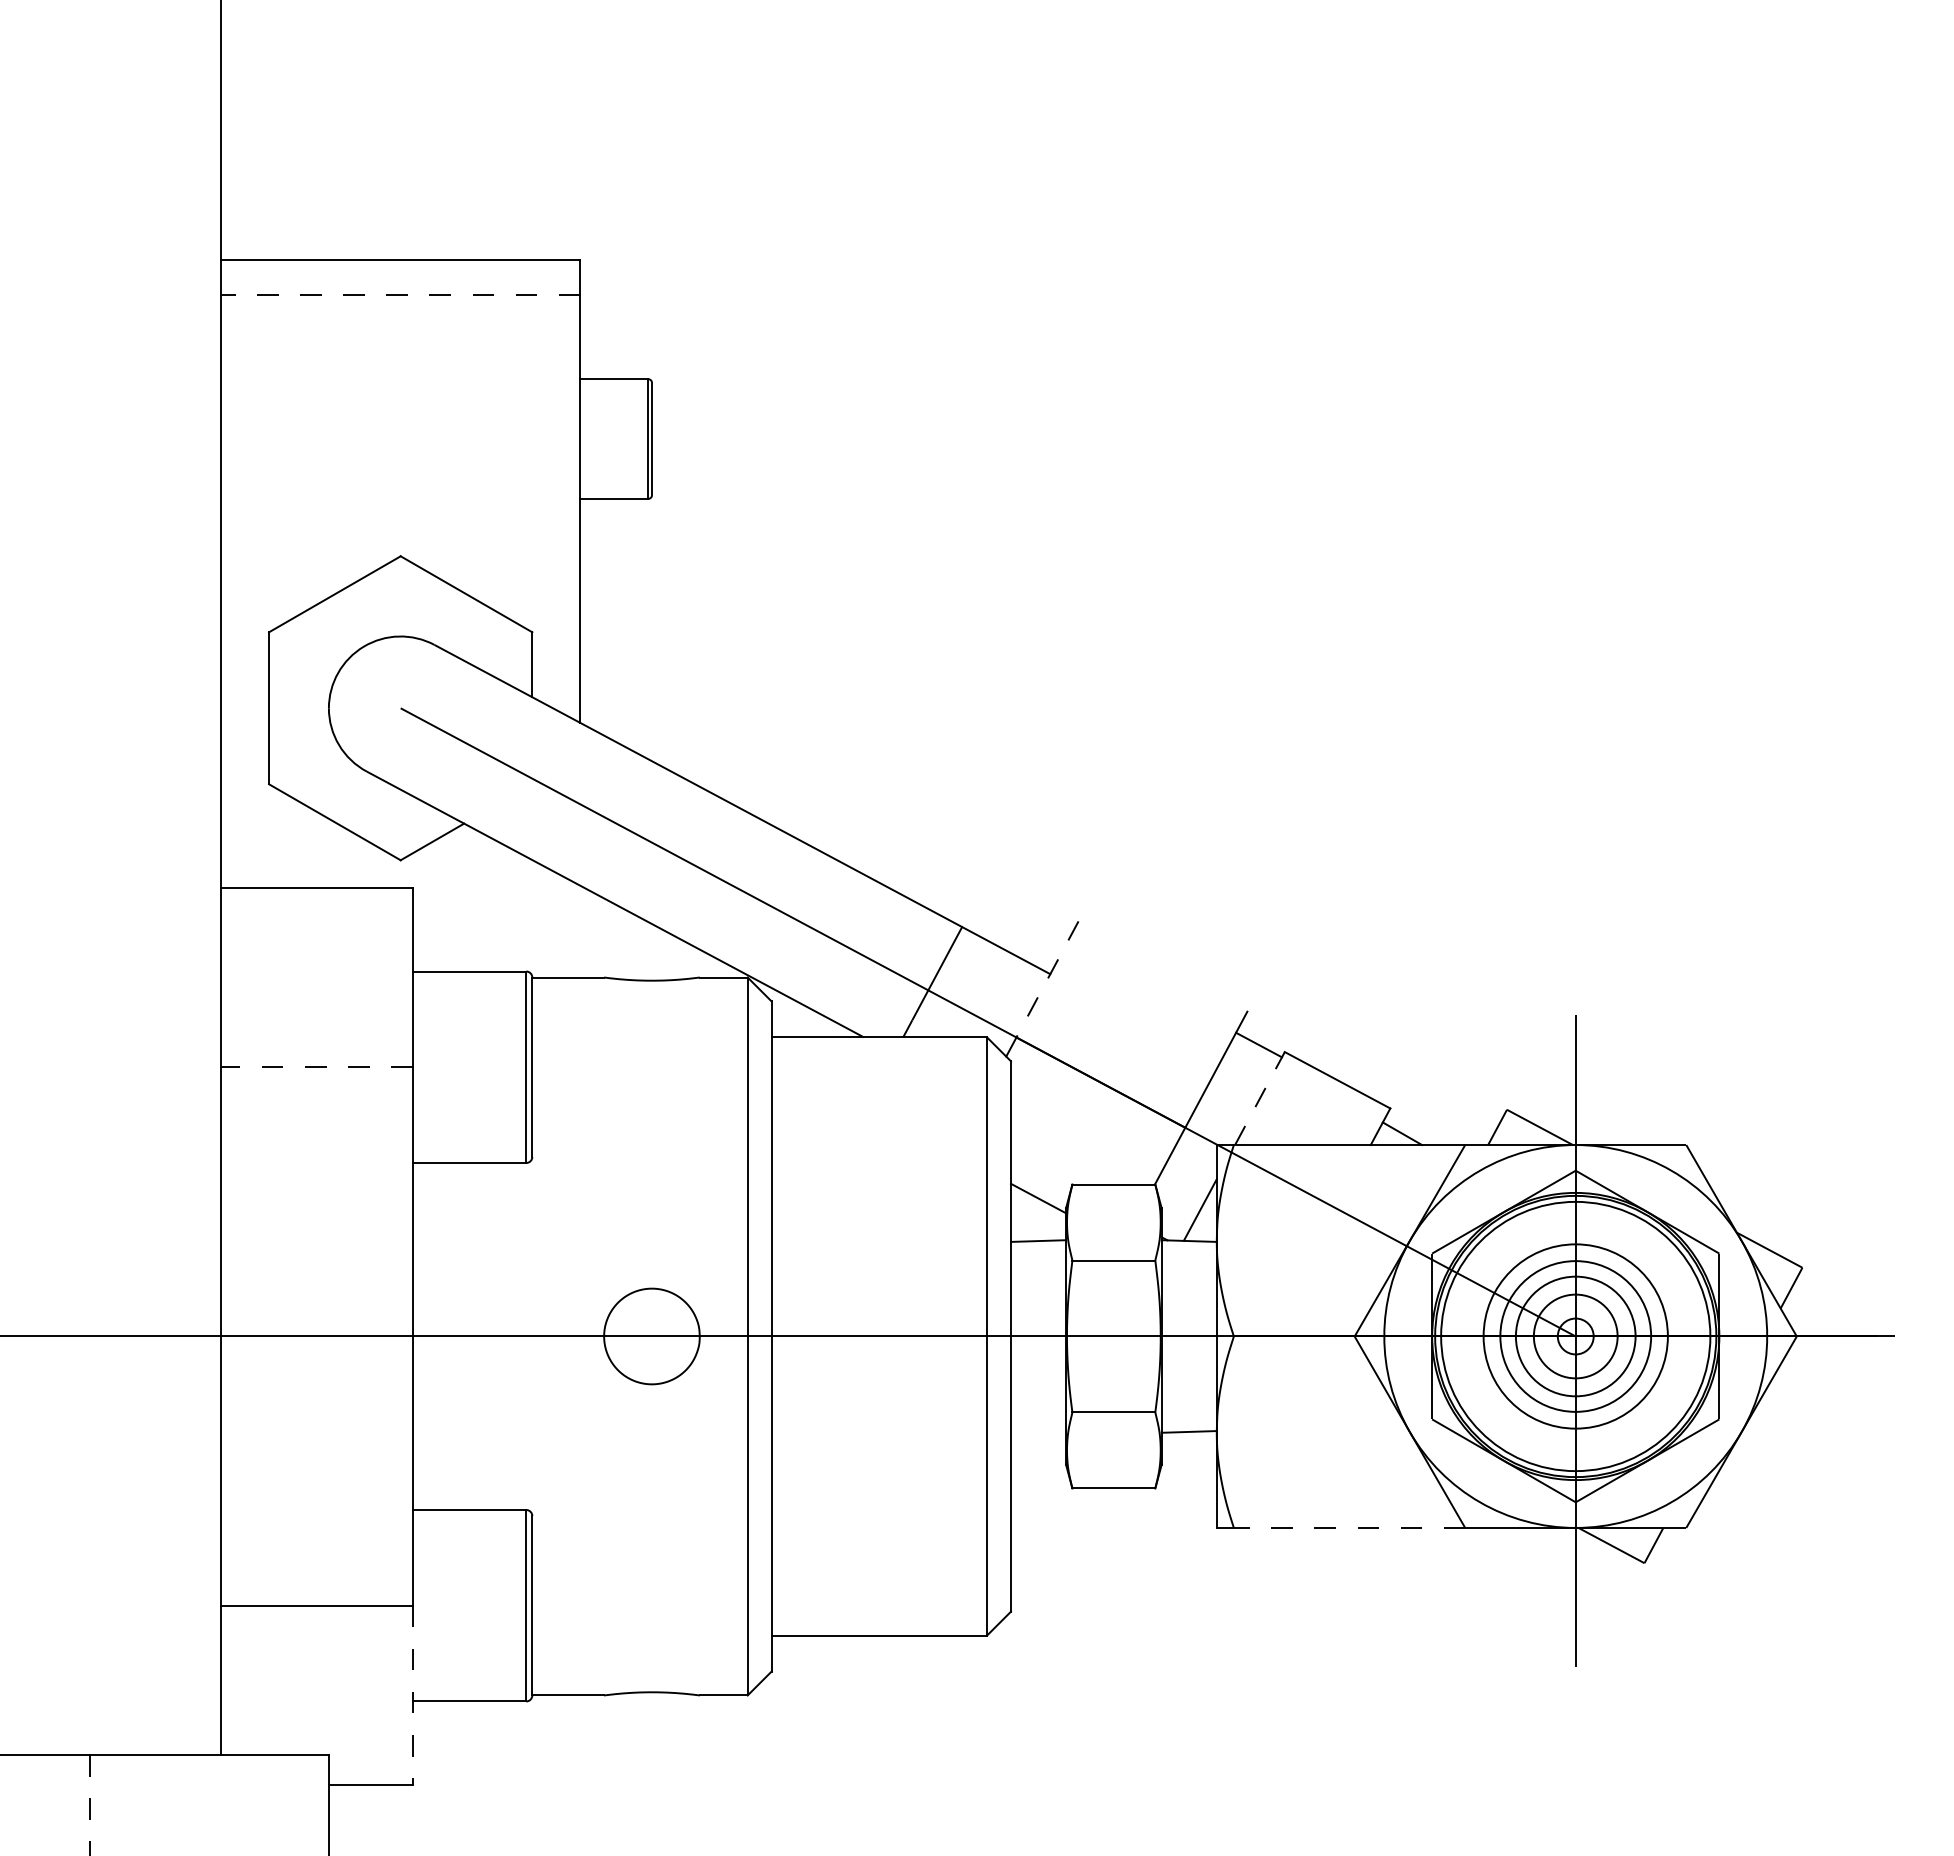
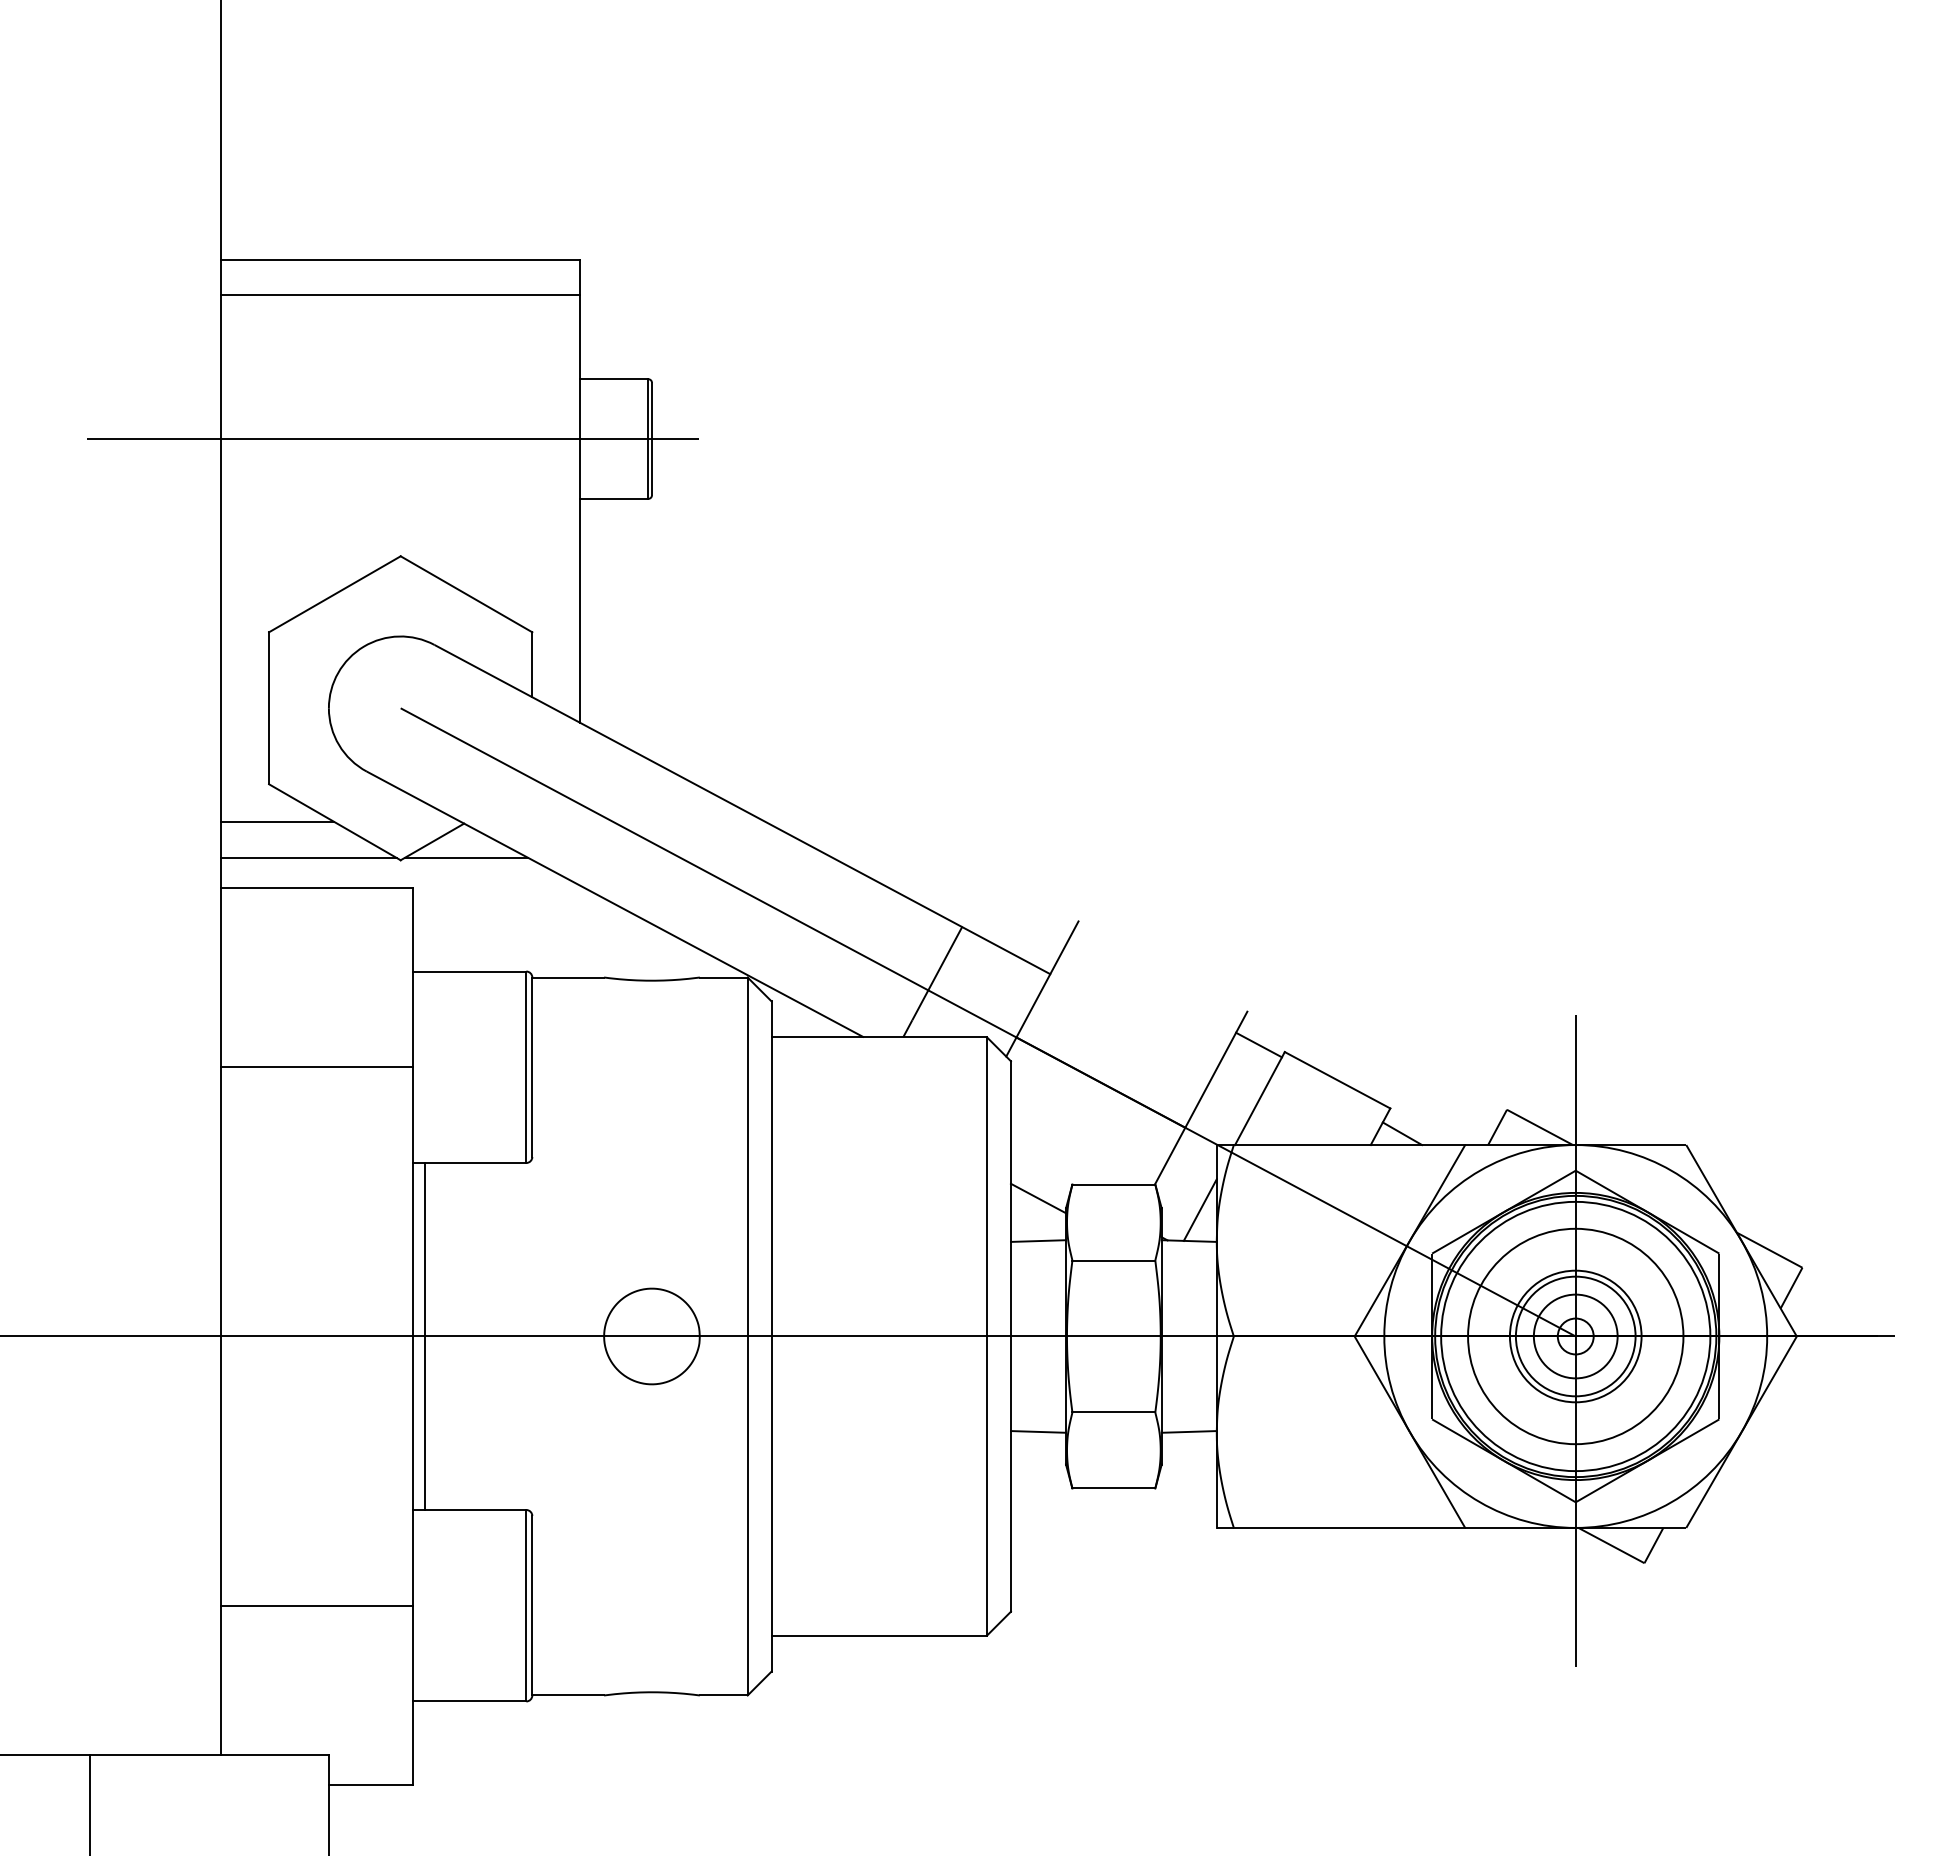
line at (400, 295): dashed -> solid
line at (393, 439): none -> present
line at (277, 821): none -> present
line at (308, 857): none -> present
line at (466, 857): none -> present
line at (1047, 979): dashed -> solid
line at (316, 1067): dashed -> solid
line at (1259, 1098): dashed -> solid
line at (424, 1336): none -> present
circle at (1575, 1336) diameter: 151 px -> 215 px
circle at (1575, 1336) diameter: 184 px -> 132 px
line at (1038, 1431): none -> present
line at (1349, 1527): dashed -> solid
line at (412, 1695): dashed -> solid
line at (89, 1805): dashed -> solid
